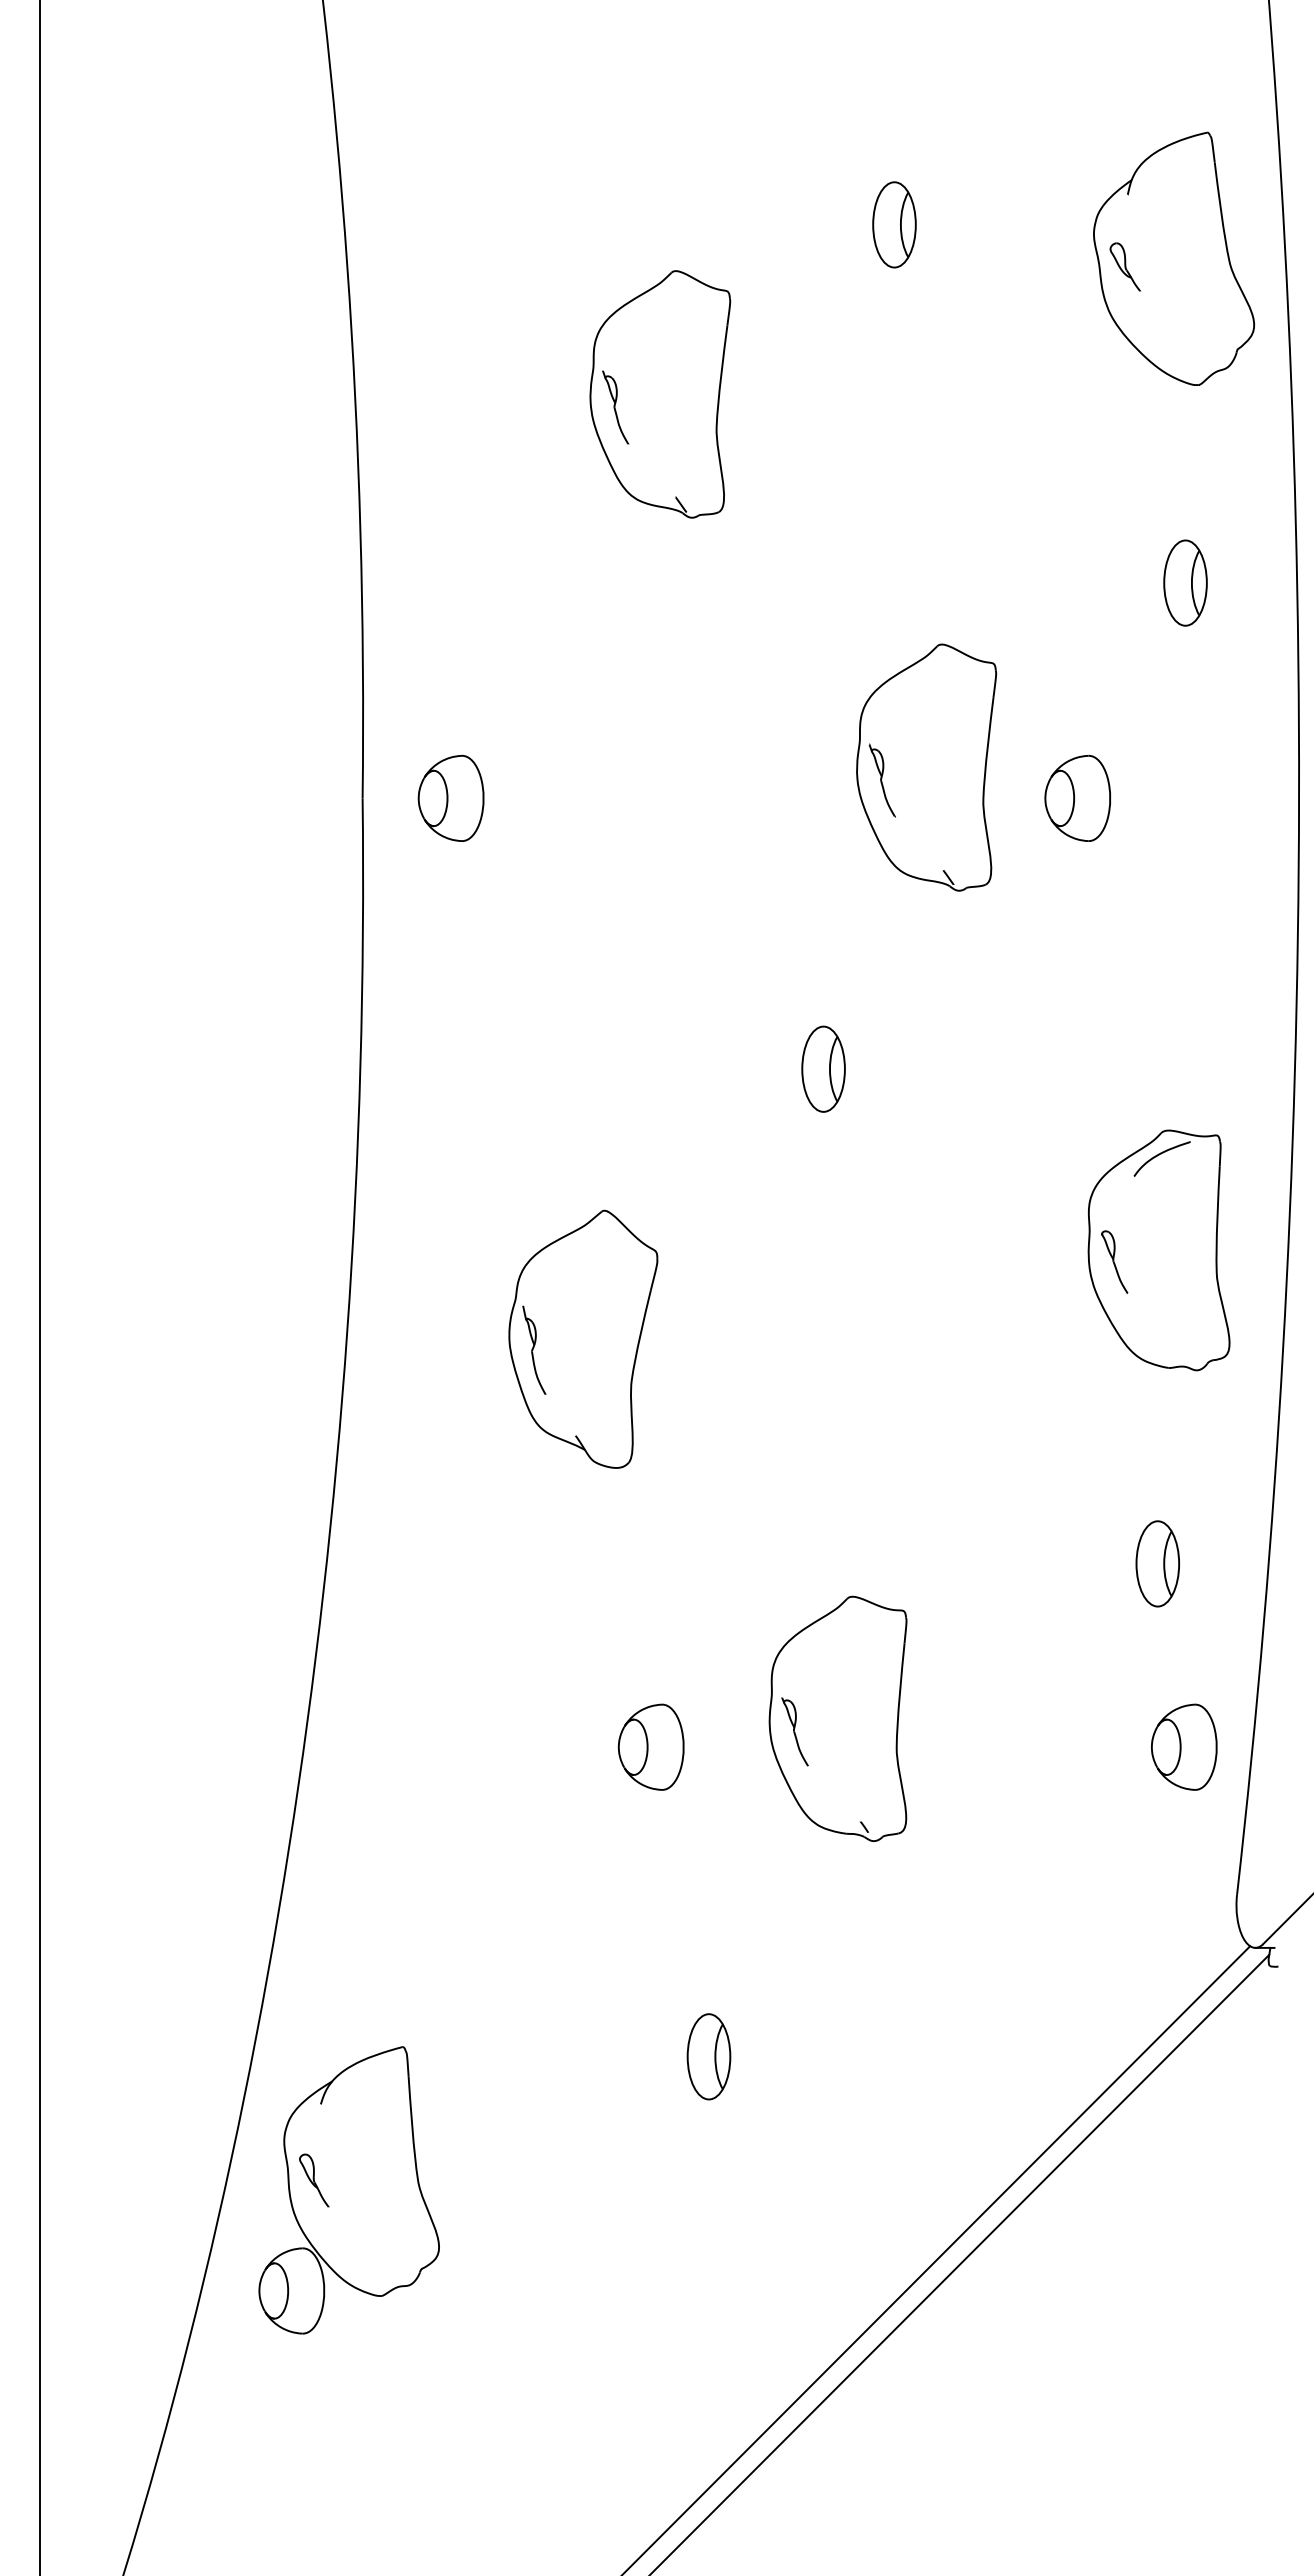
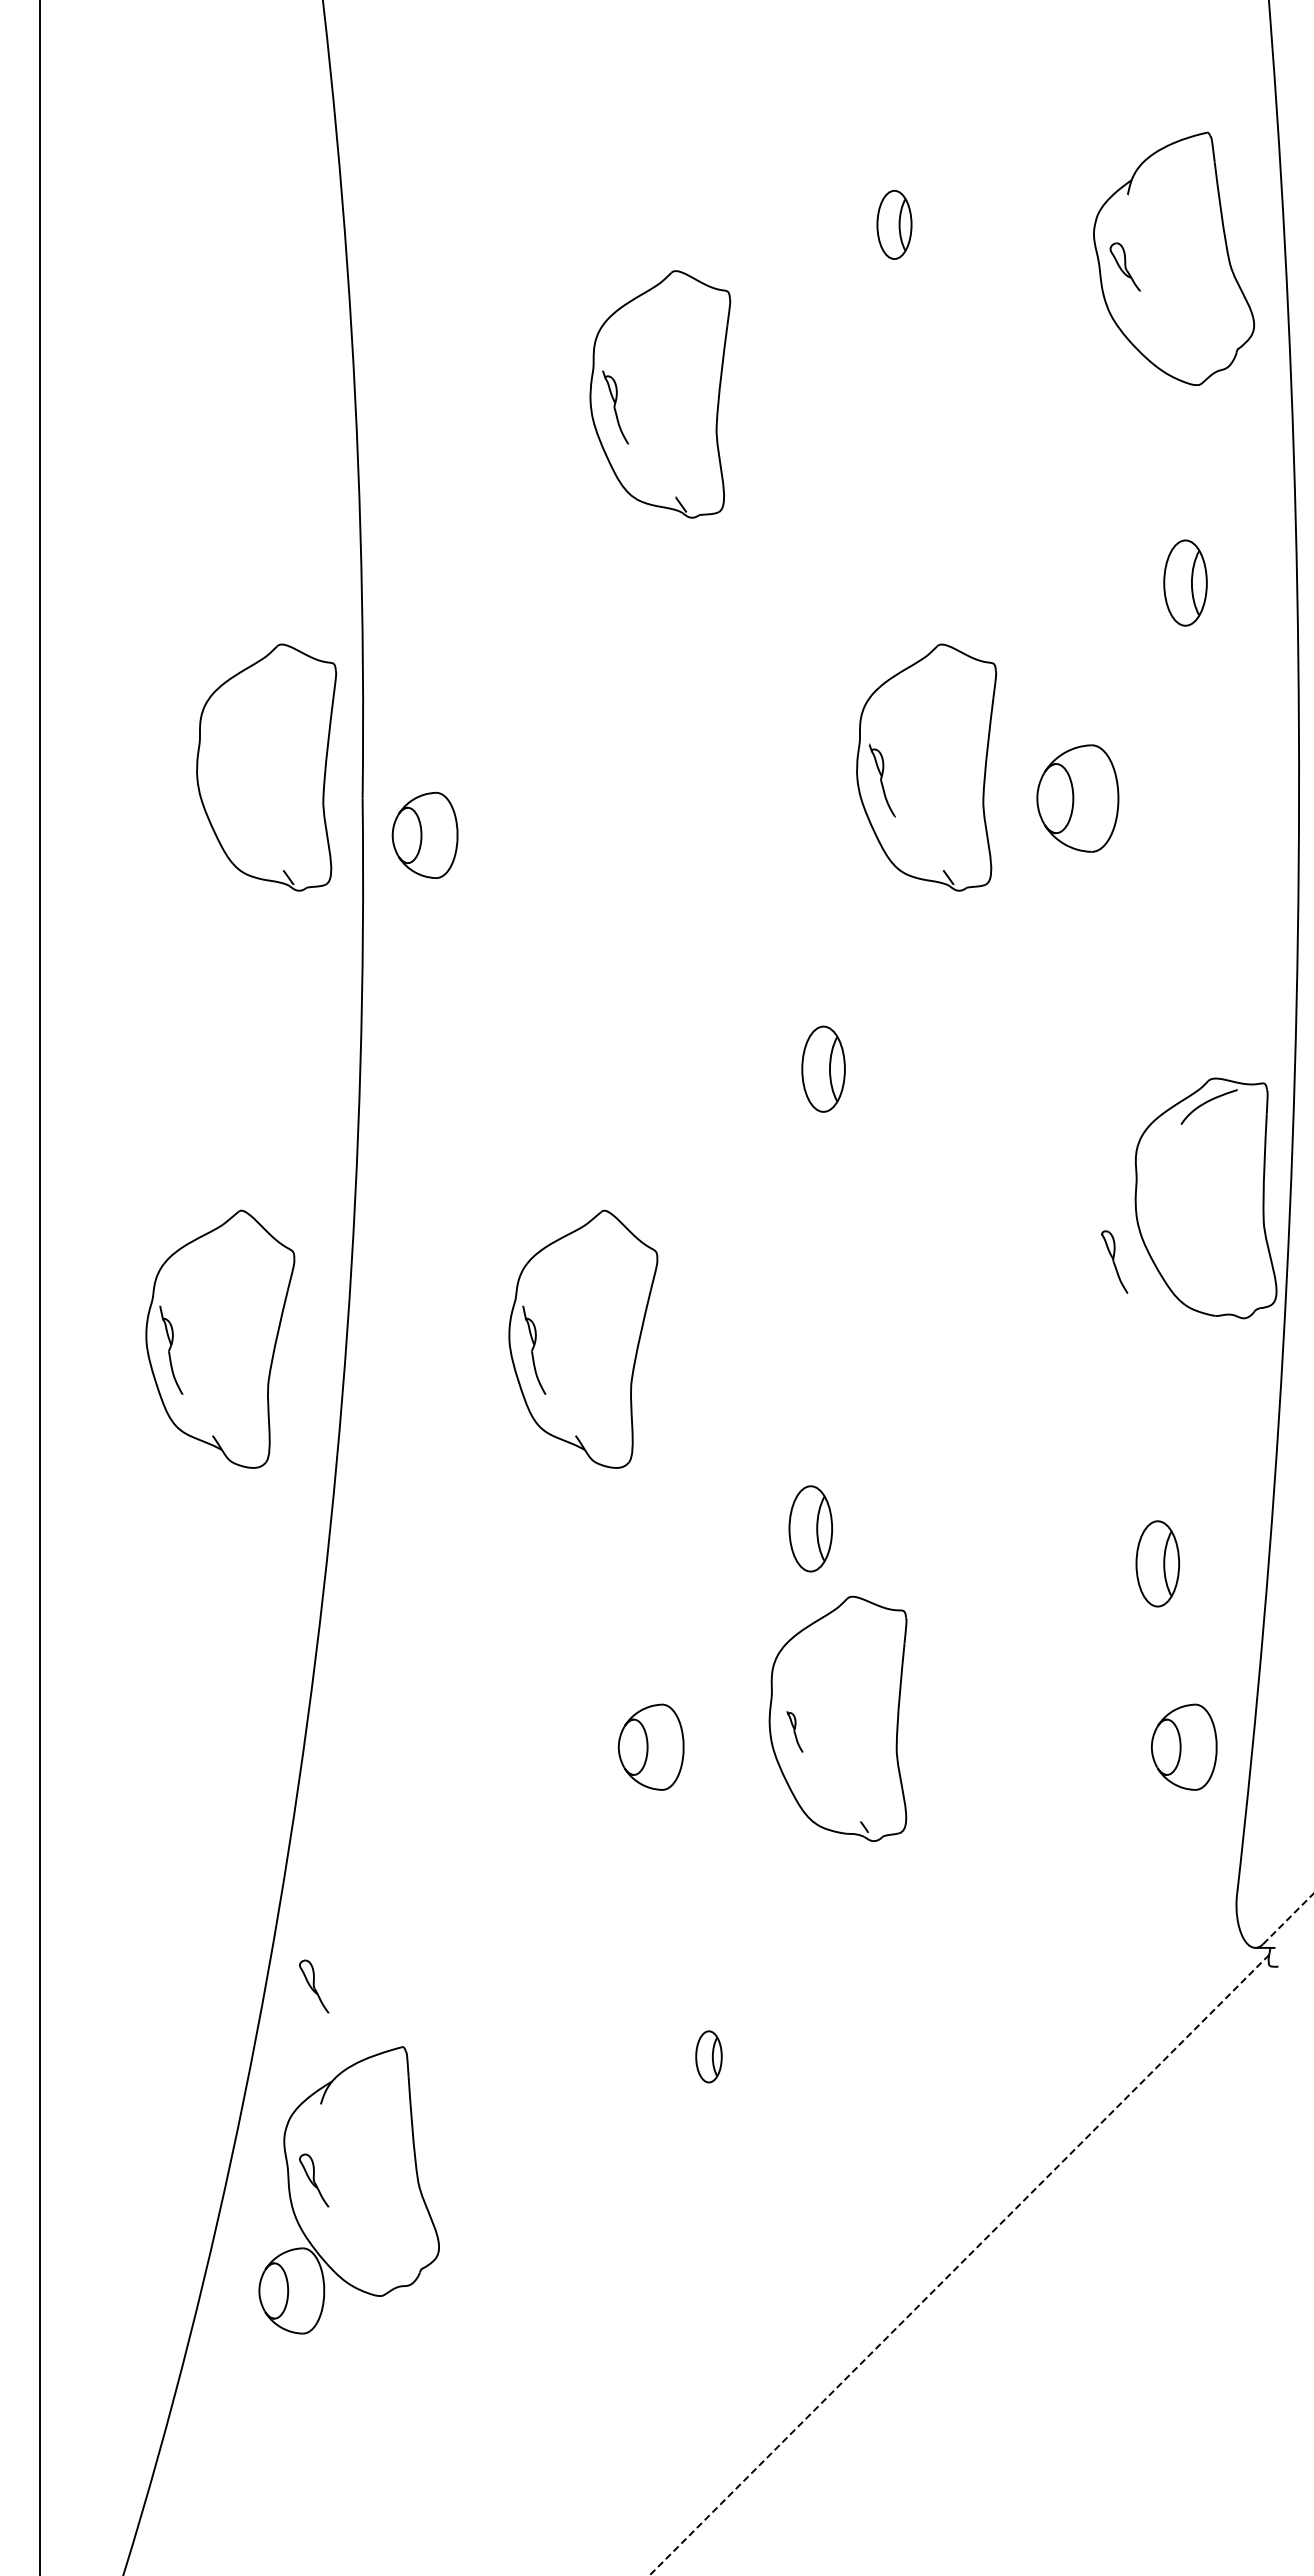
part at (894, 224) size: 45x88 px -> 37x70 px
part at (266, 767): none -> present
part at (450, 797) position: (450, 797) -> (424, 834)
part at (1077, 797) size: 67x88 px -> 84x109 px
part at (1158, 1250) position: (1158, 1250) -> (1205, 1198)
part at (220, 1338): none -> present
part at (810, 1528): none -> present
part at (794, 1731) size: 28x70 px -> 18x42 px
line at (1288, 1918): solid -> dashed
part at (314, 1986): none -> present
part at (708, 2056) size: 46x88 px -> 28x54 px
line at (937, 2259): present -> none
line at (959, 2265): solid -> dashed
